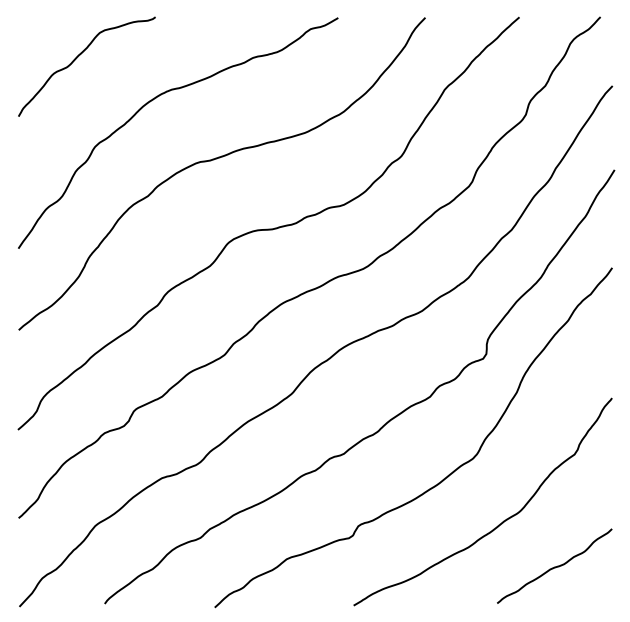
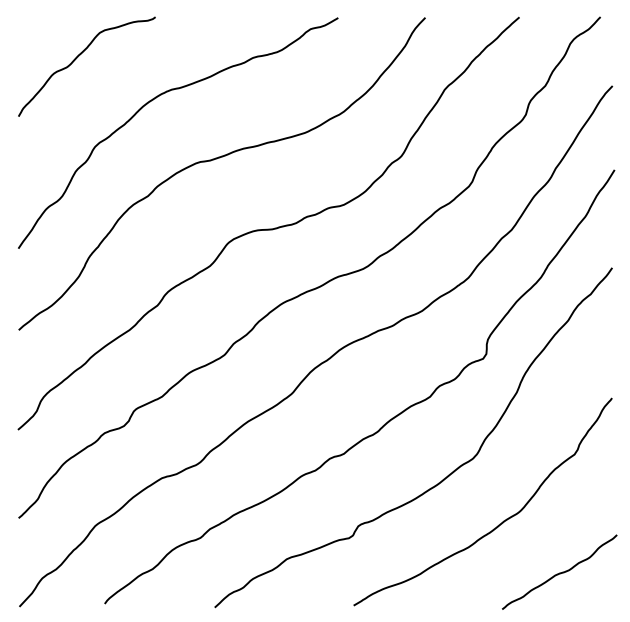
curve at (554, 566) position: (554, 566) -> (559, 572)
